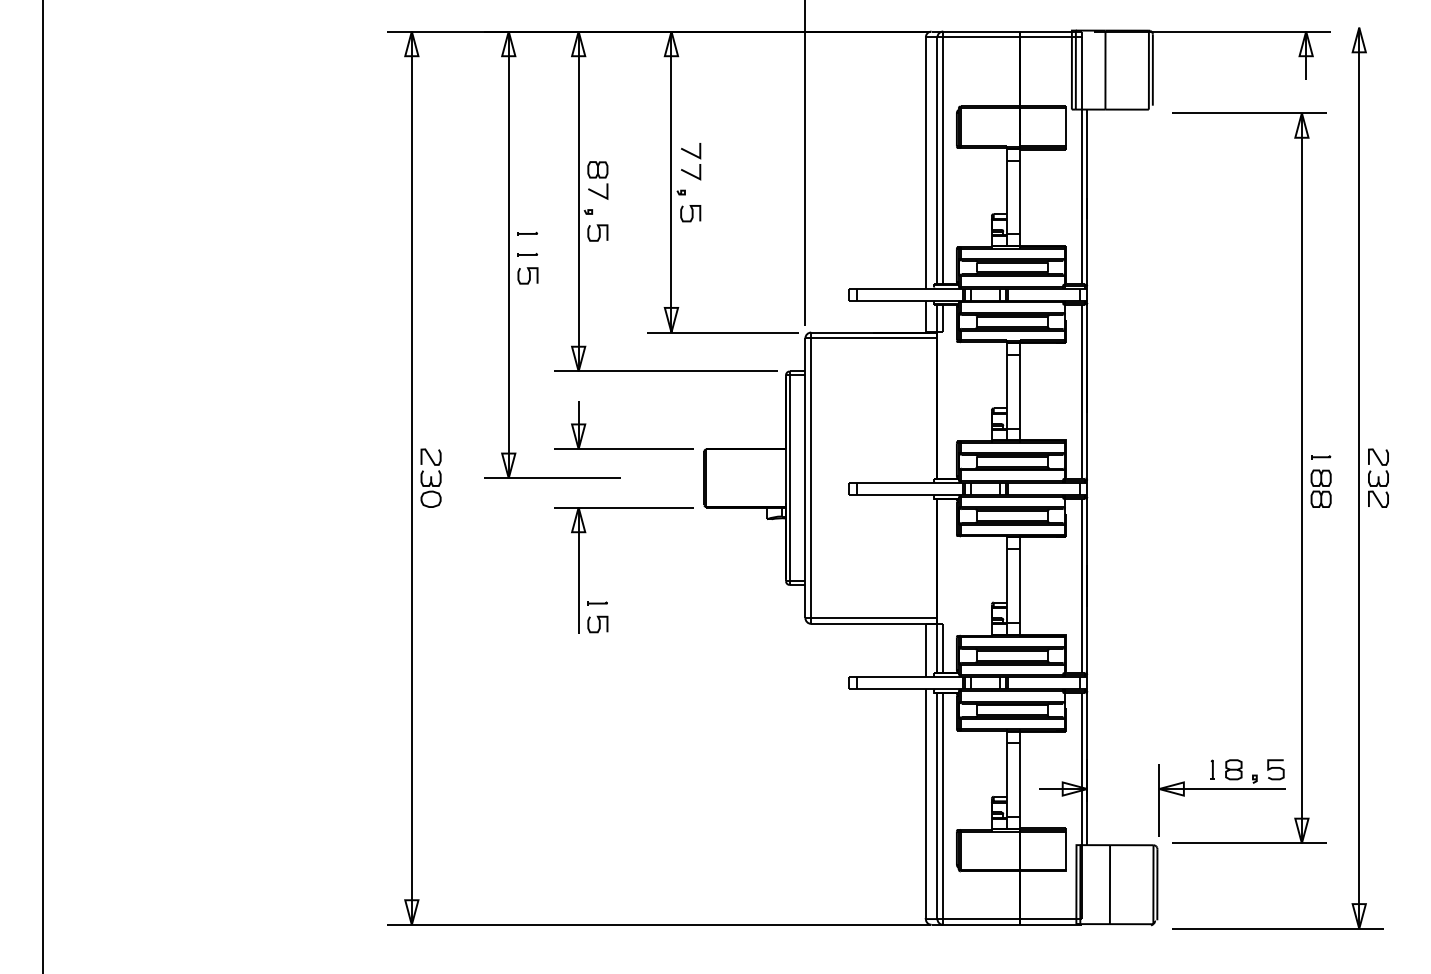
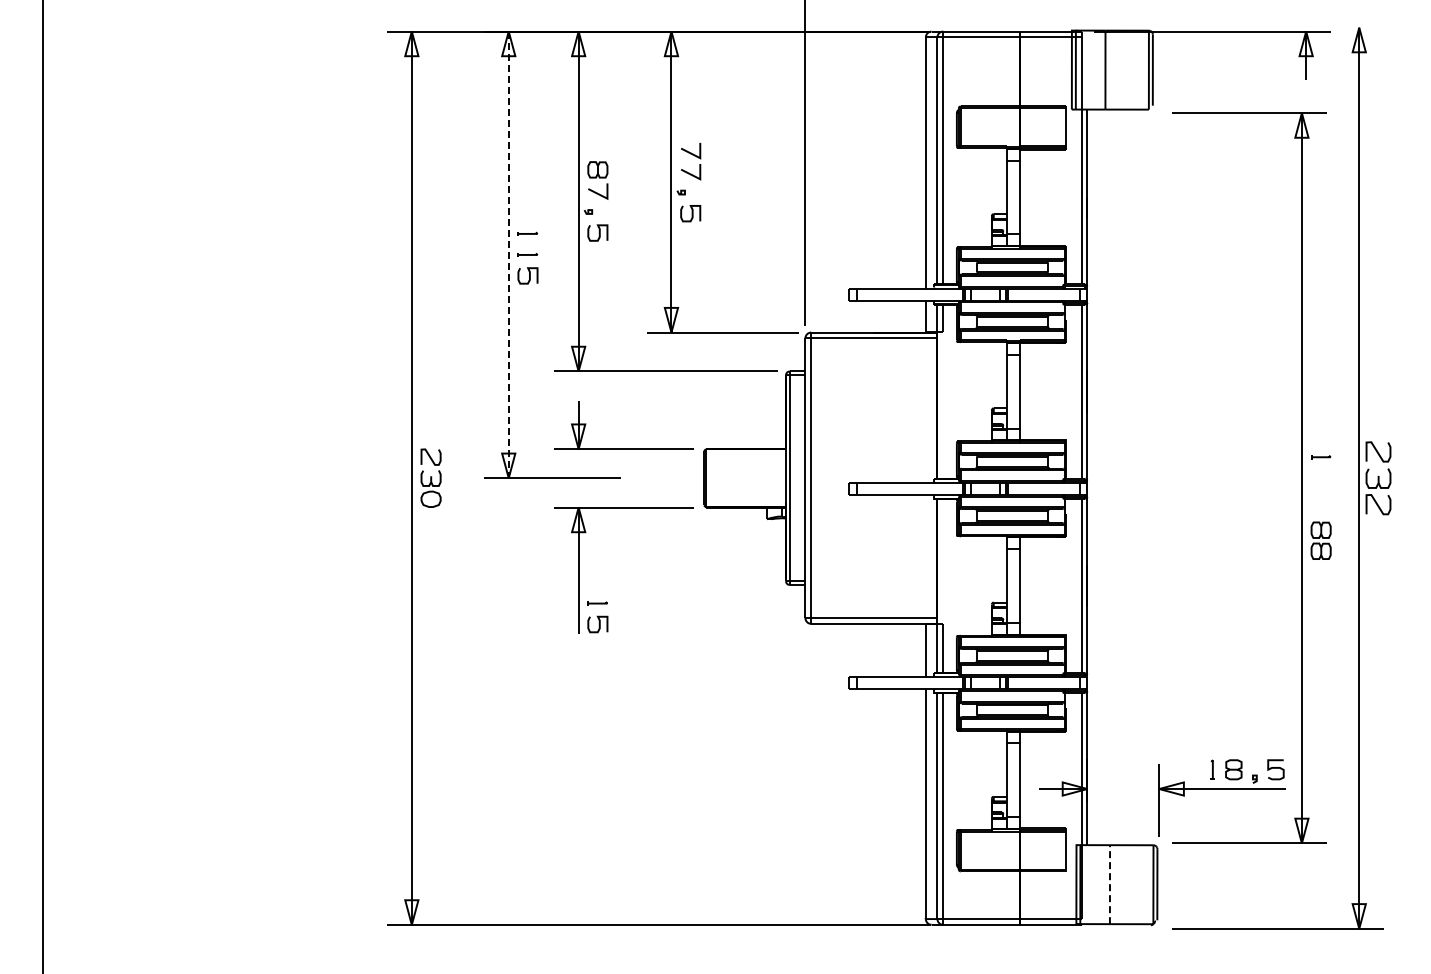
line at (508, 255): solid -> dashed
part at (1378, 477) size: 21x60 px -> 27x75 px
part at (1320, 488) position: (1320, 488) -> (1320, 540)
line at (1109, 884): solid -> dashed
